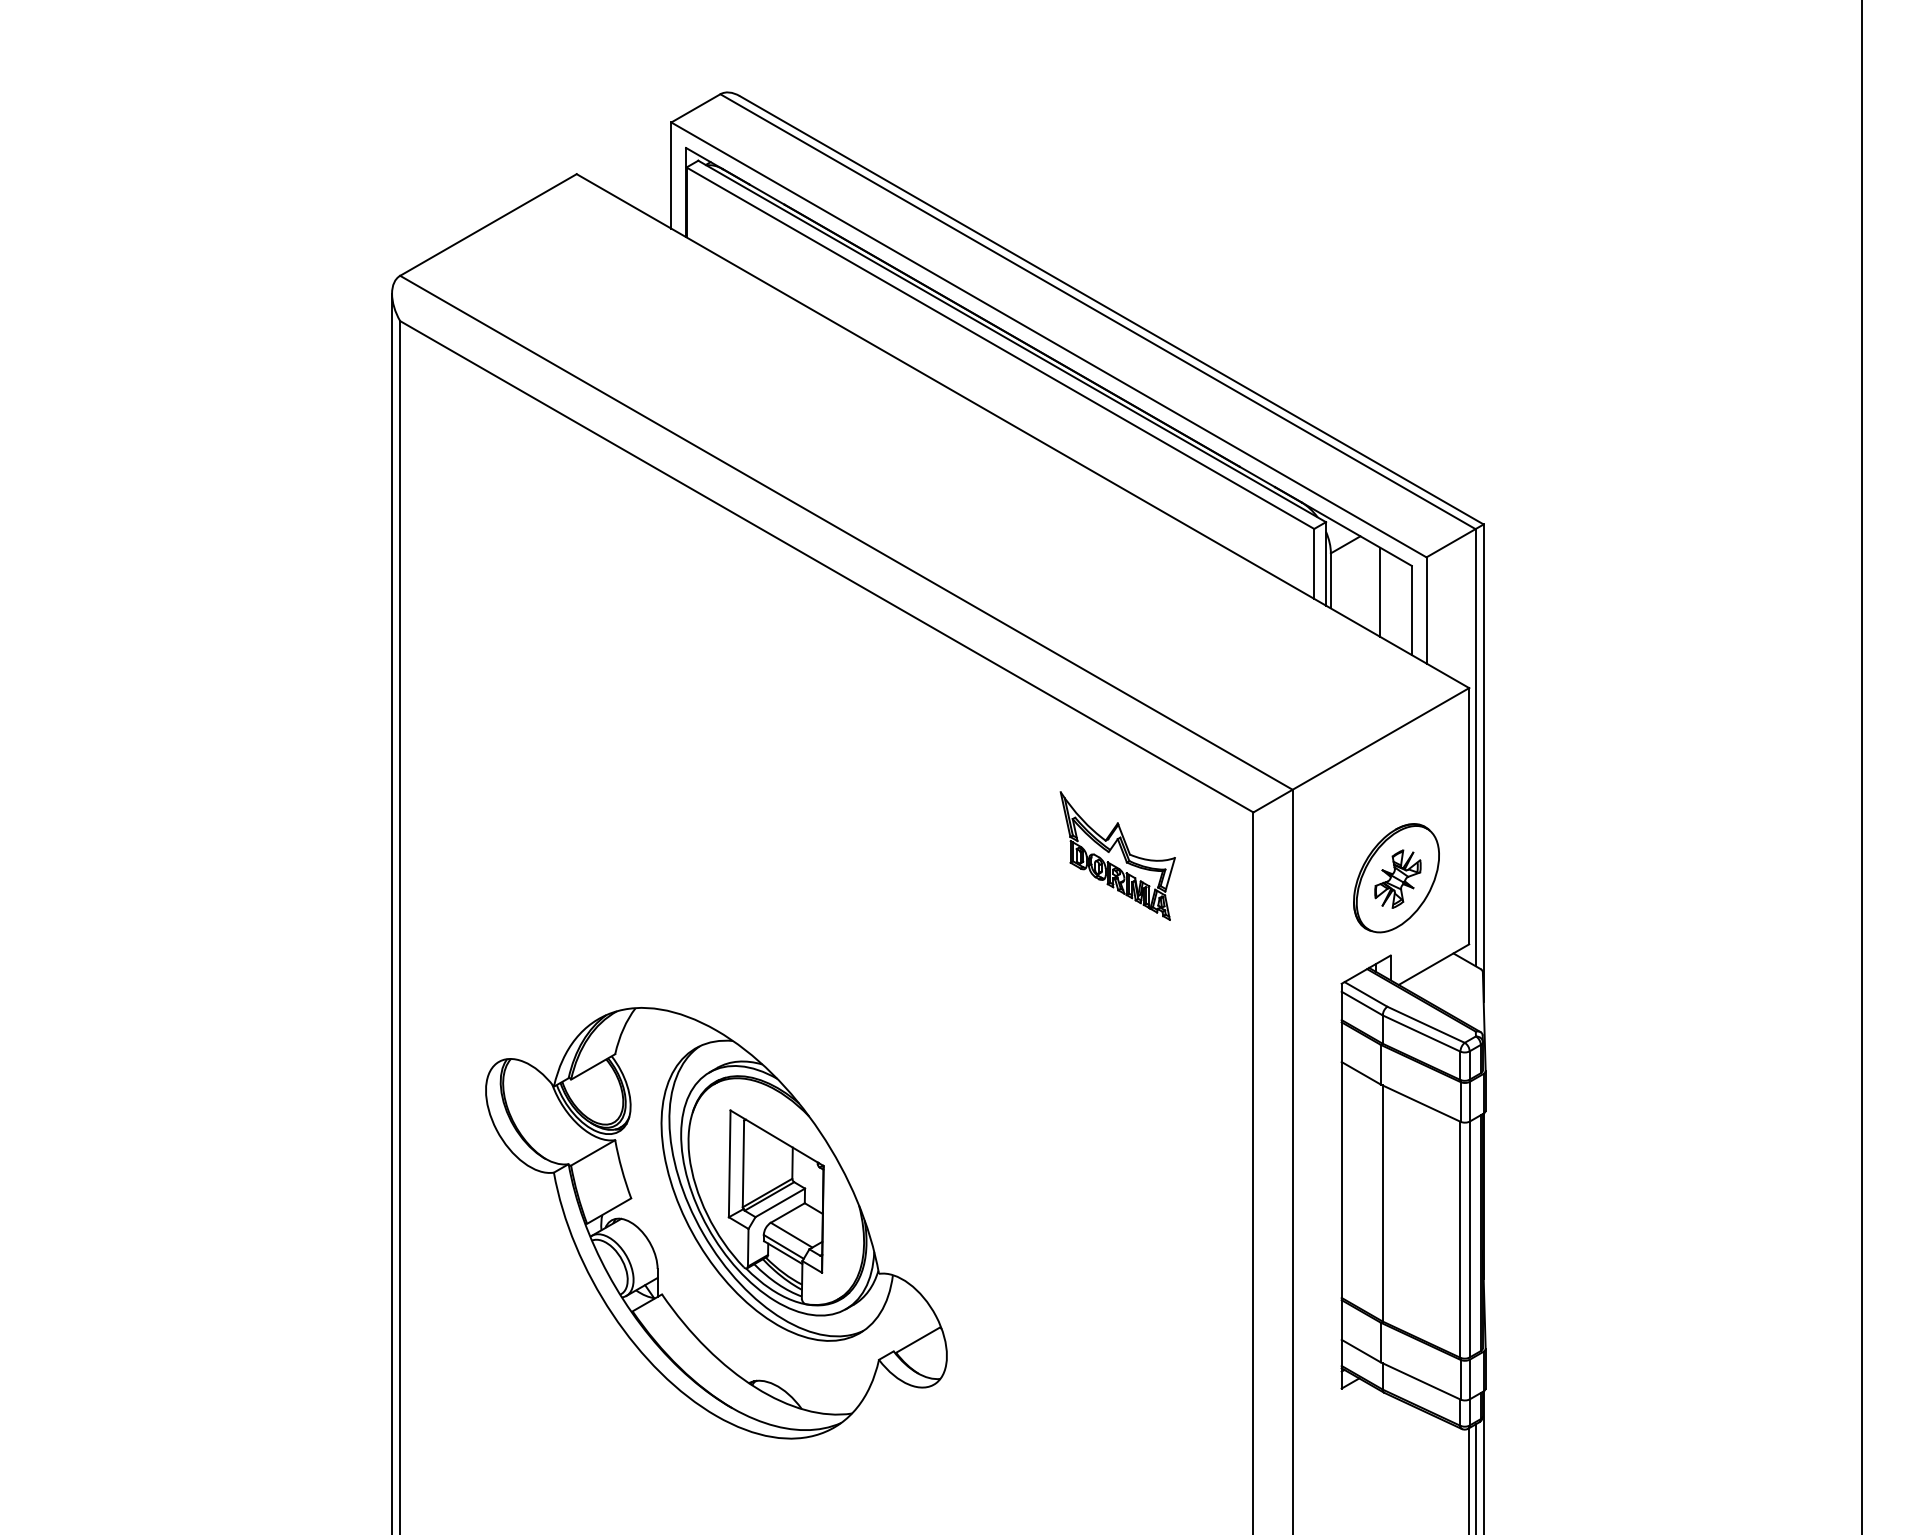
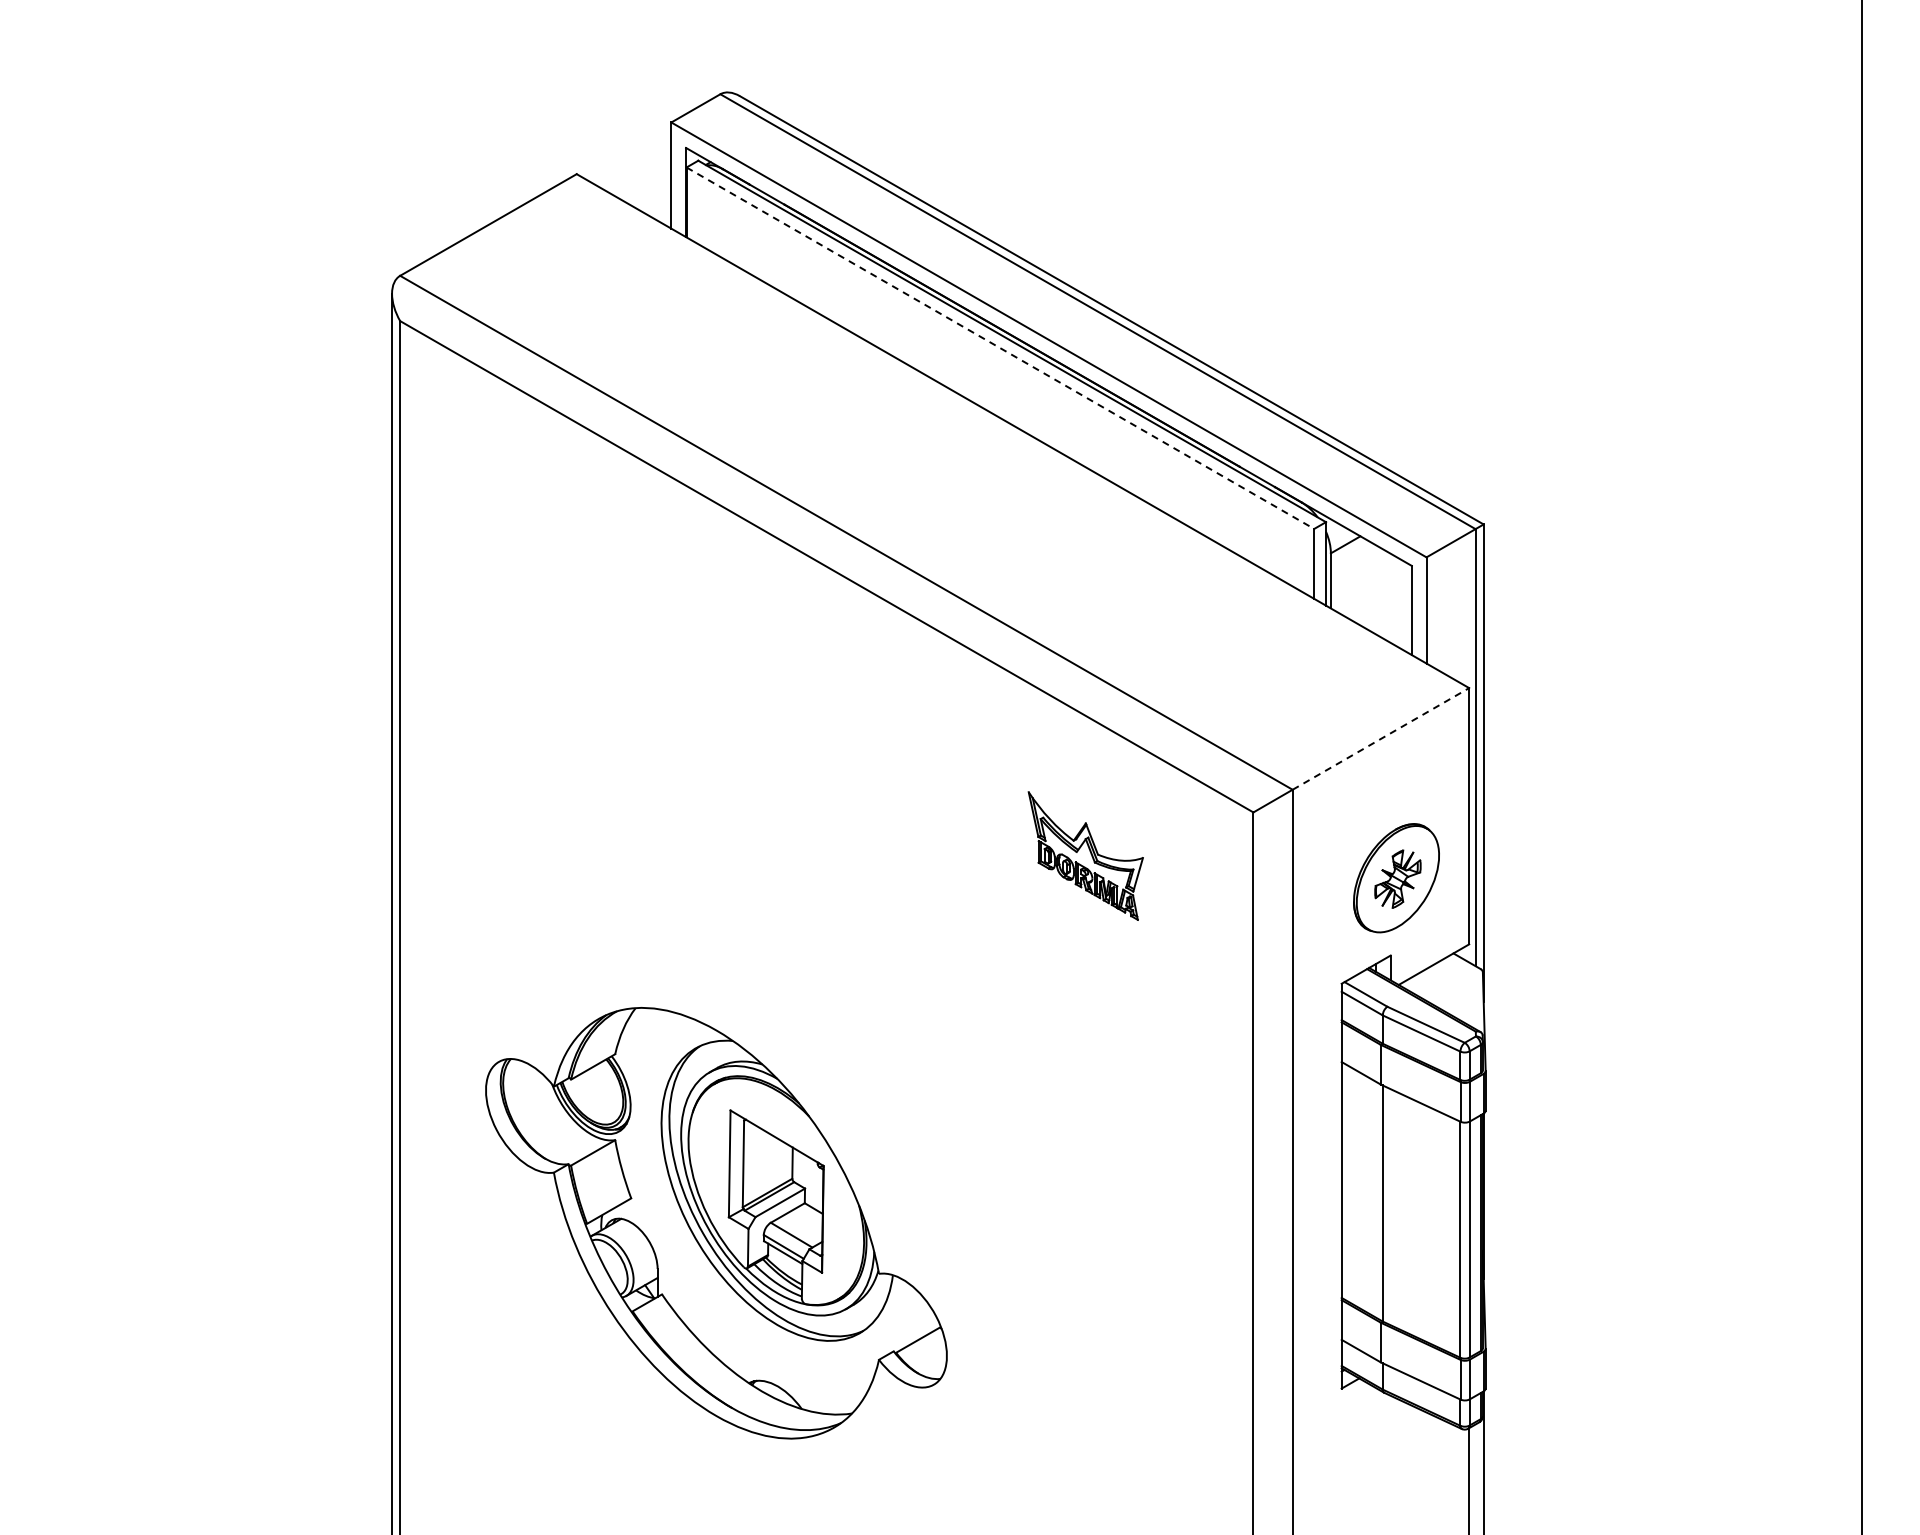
line at (1000, 348): solid -> dashed
line at (1379, 591): present -> none
line at (1380, 738): solid -> dashed
part at (1117, 855) position: (1117, 855) -> (1085, 855)
line at (1475, 1477): present -> none
